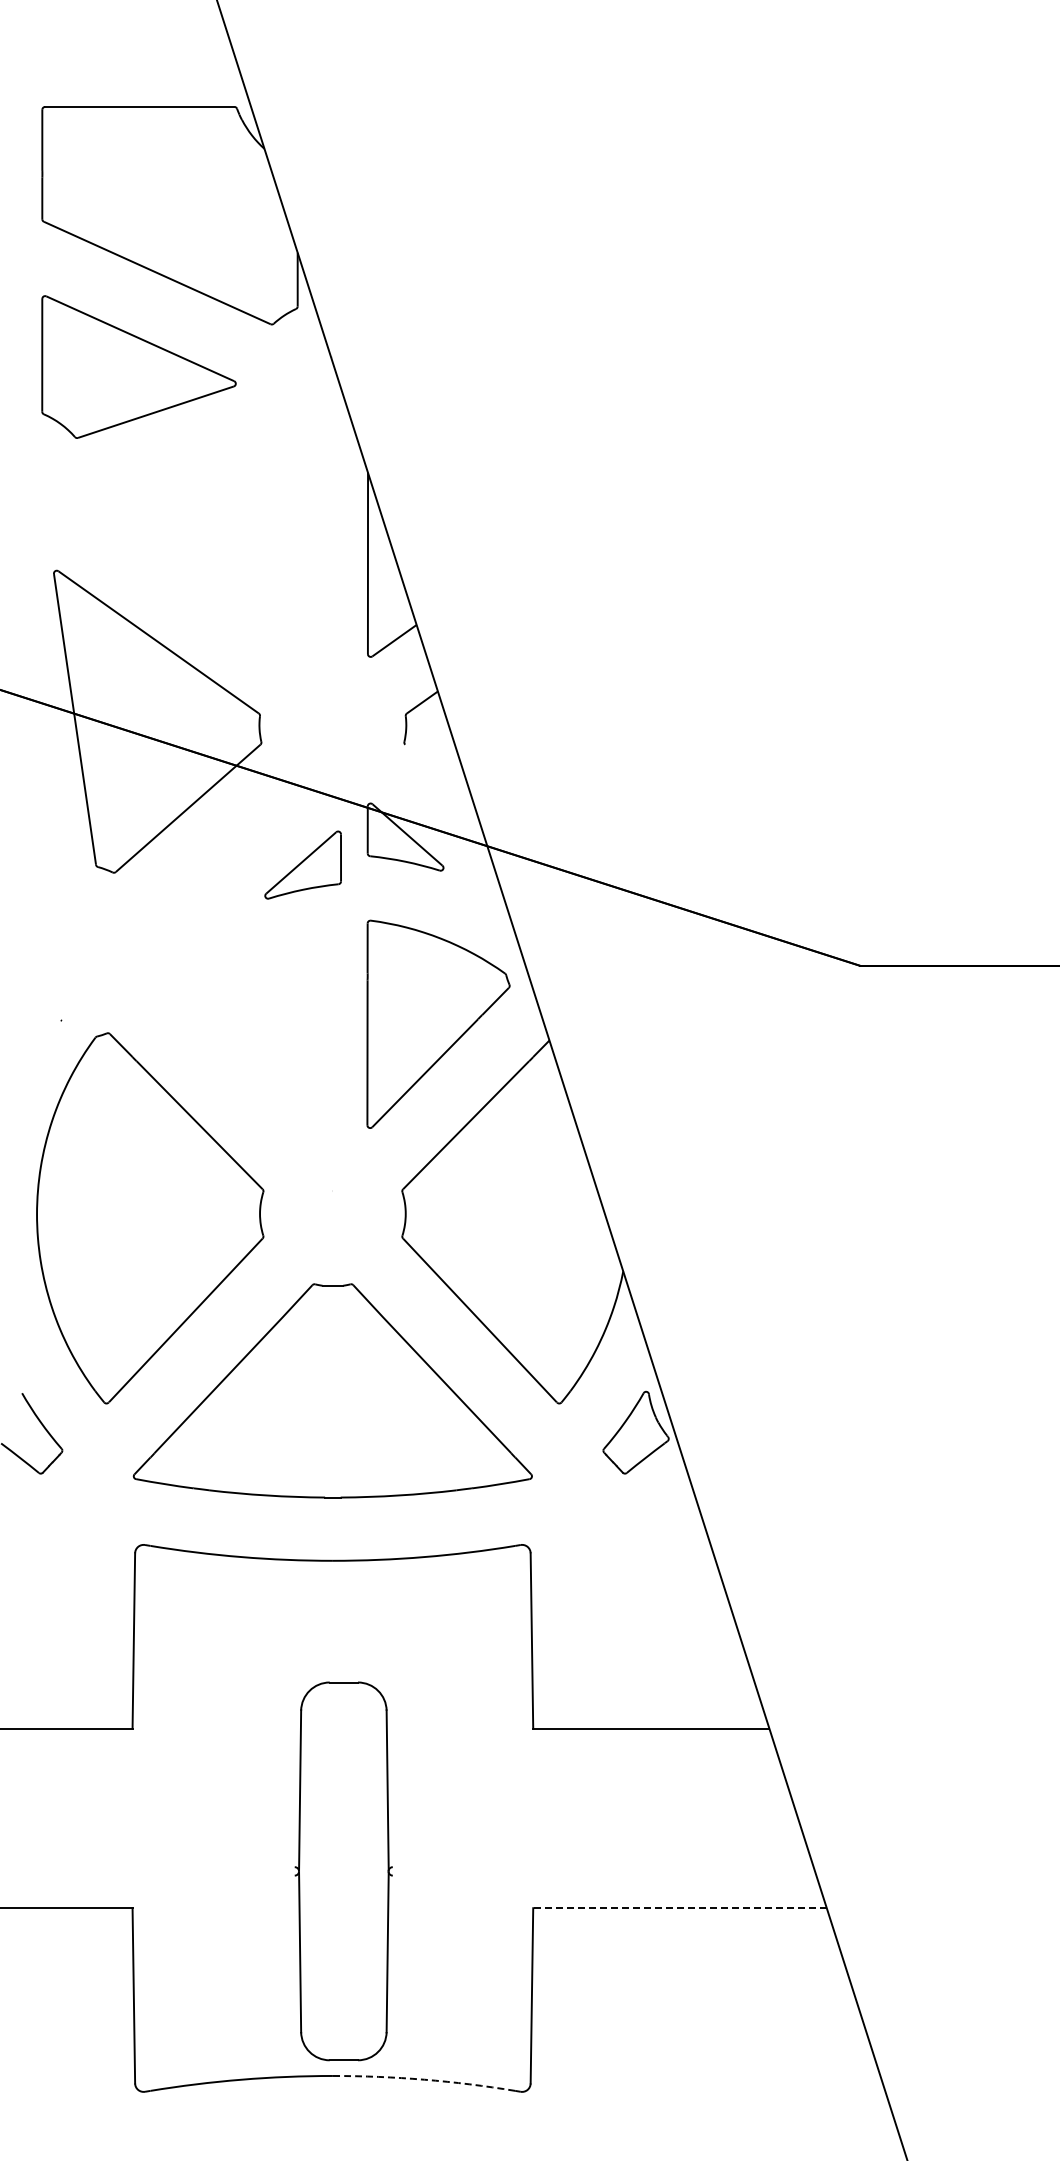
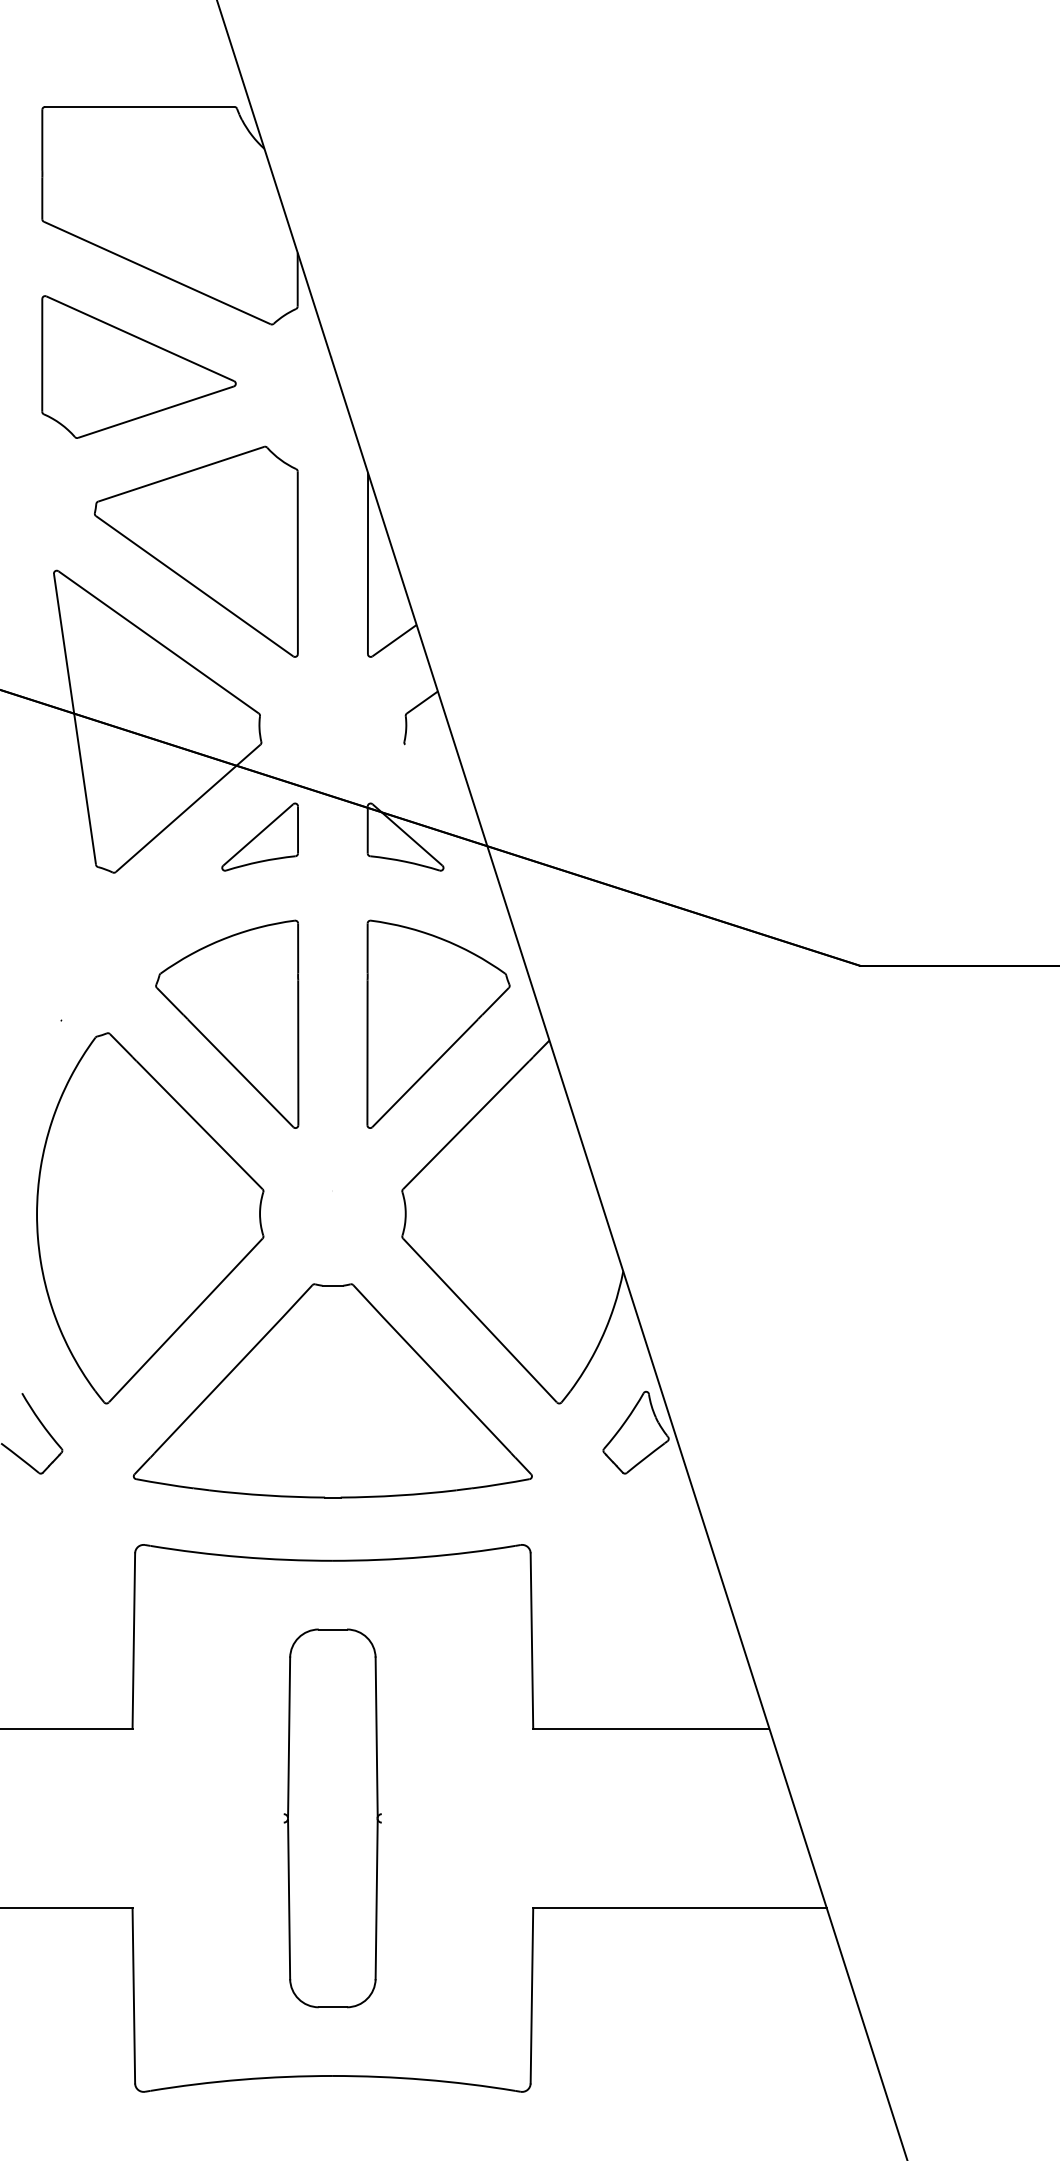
part at (196, 551): none -> present
part at (302, 864) position: (302, 864) -> (259, 836)
part at (227, 1023): none -> present
part at (343, 1871) position: (343, 1871) -> (332, 1818)
line at (680, 1908): dashed -> solid
arc at (424, 2079): dashed -> solid
